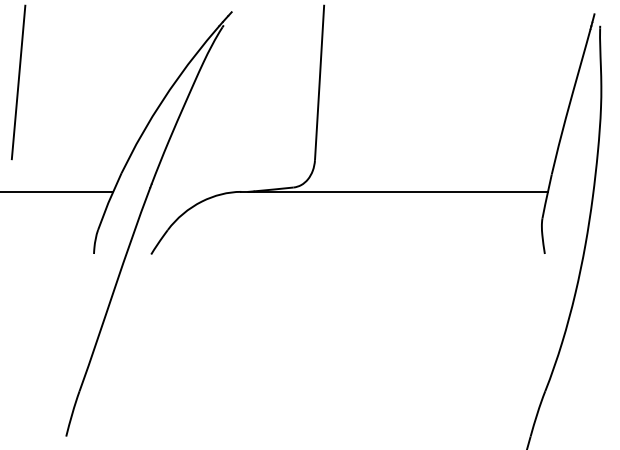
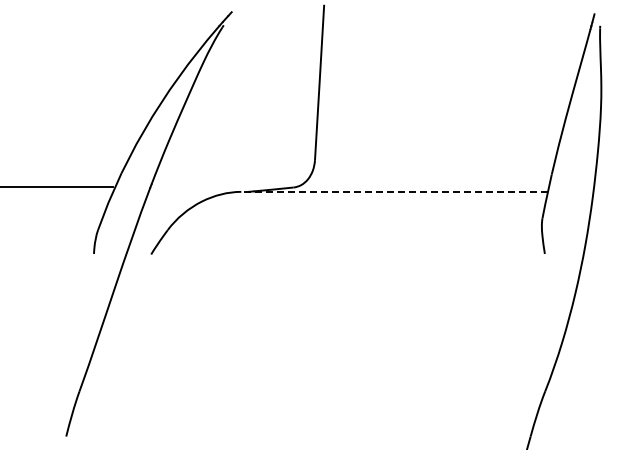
line at (18, 82): present -> none
line at (57, 191) position: (57, 191) -> (57, 186)
line at (394, 191): solid -> dashed
